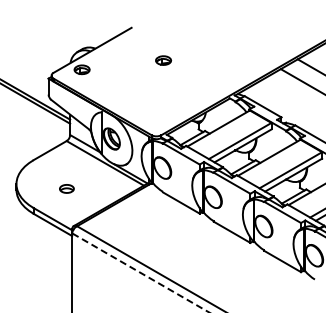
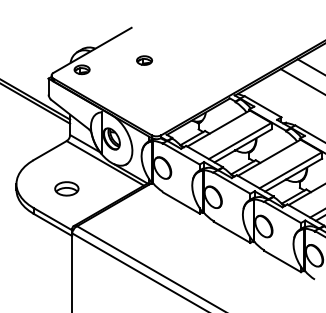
part at (163, 60) position: (163, 60) -> (144, 60)
part at (66, 188) size: 16x10 px -> 26x16 px
line at (140, 272): dashed -> solid
